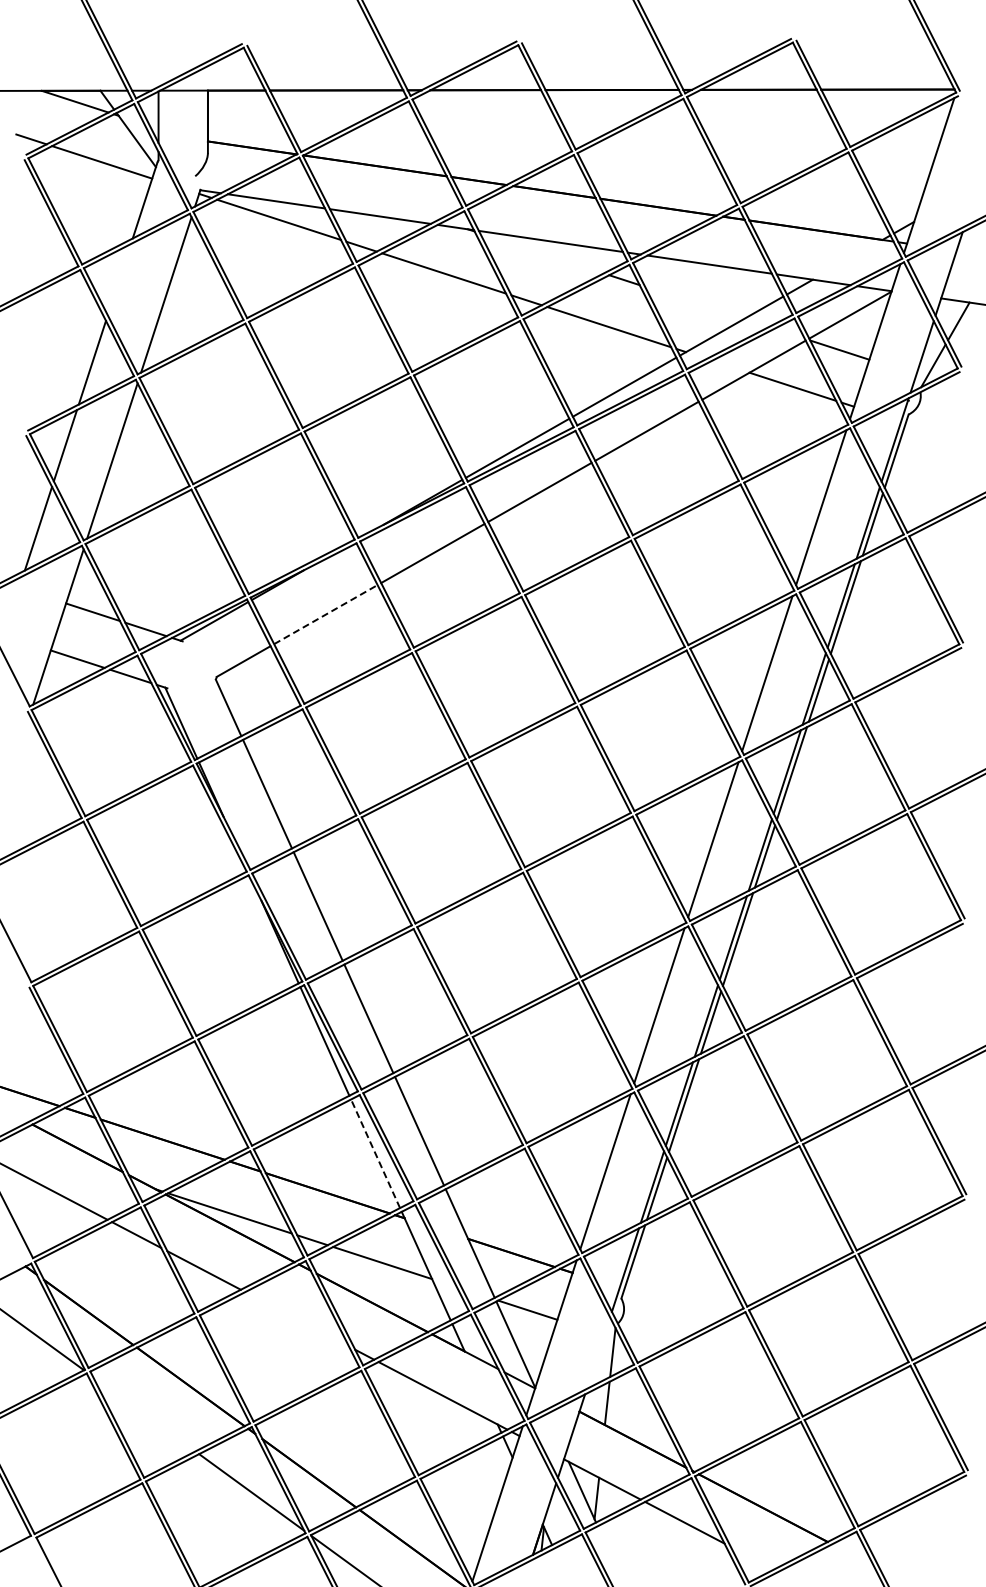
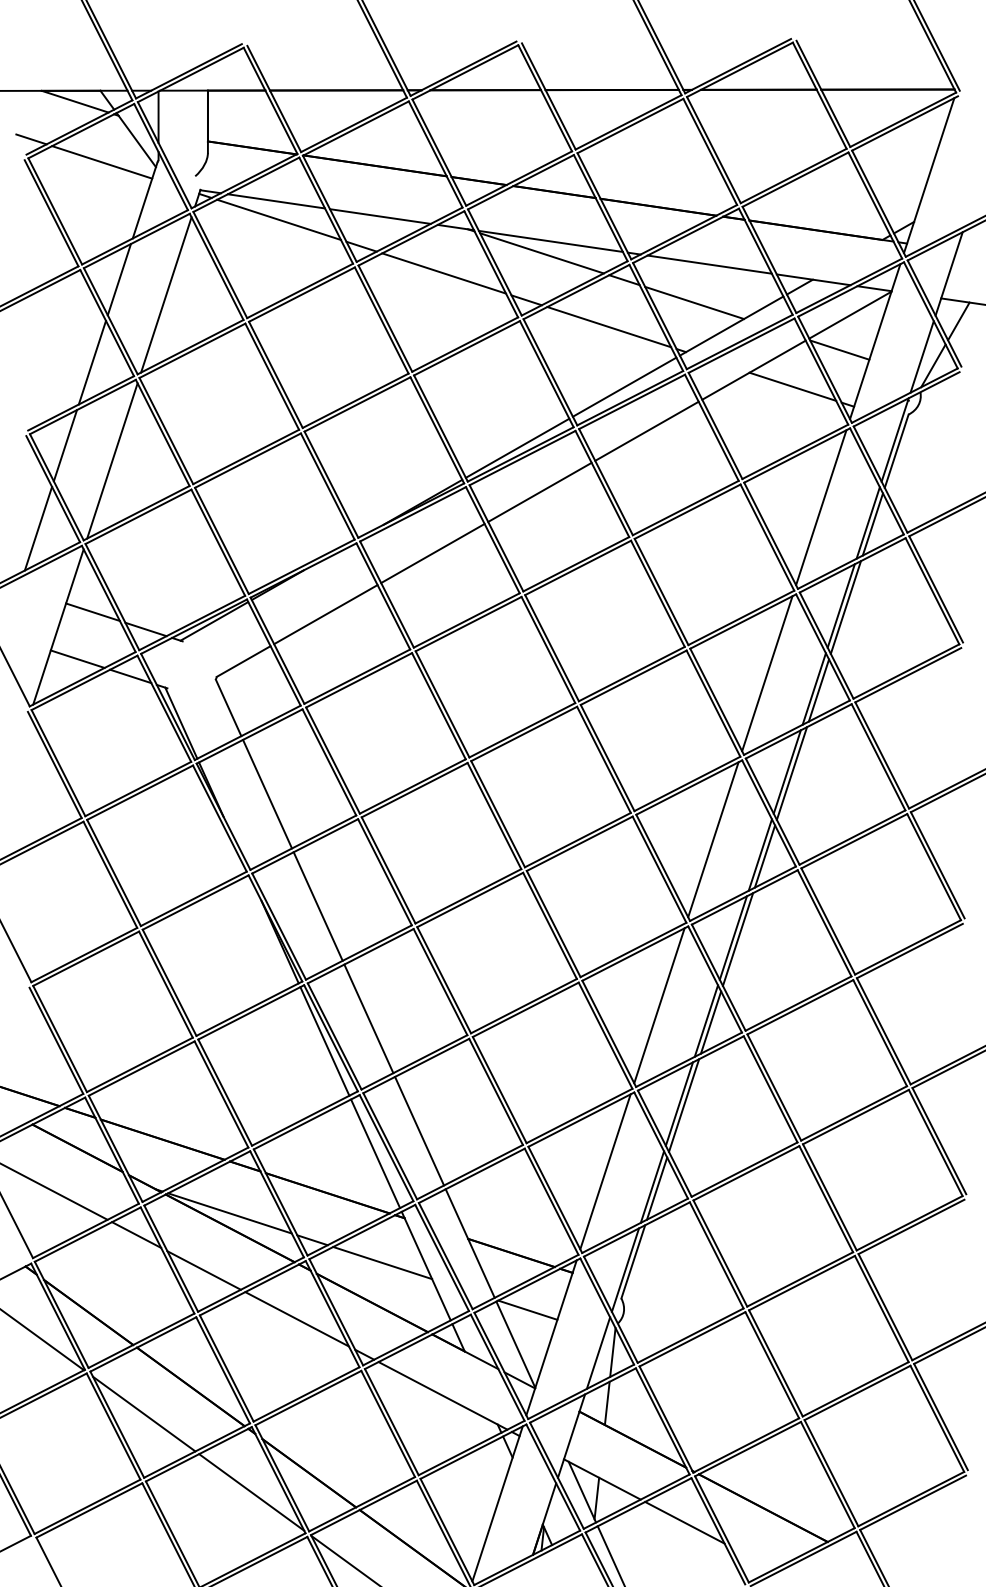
line at (541, 253): none -> present
line at (118, 279): none -> present
line at (694, 302): none -> present
line at (325, 614): dashed -> solid
line at (375, 1153): dashed -> solid
line at (296, 1319): none -> present
line at (598, 1352): none -> present
line at (144, 1413): none -> present
line at (610, 1554): none -> present
